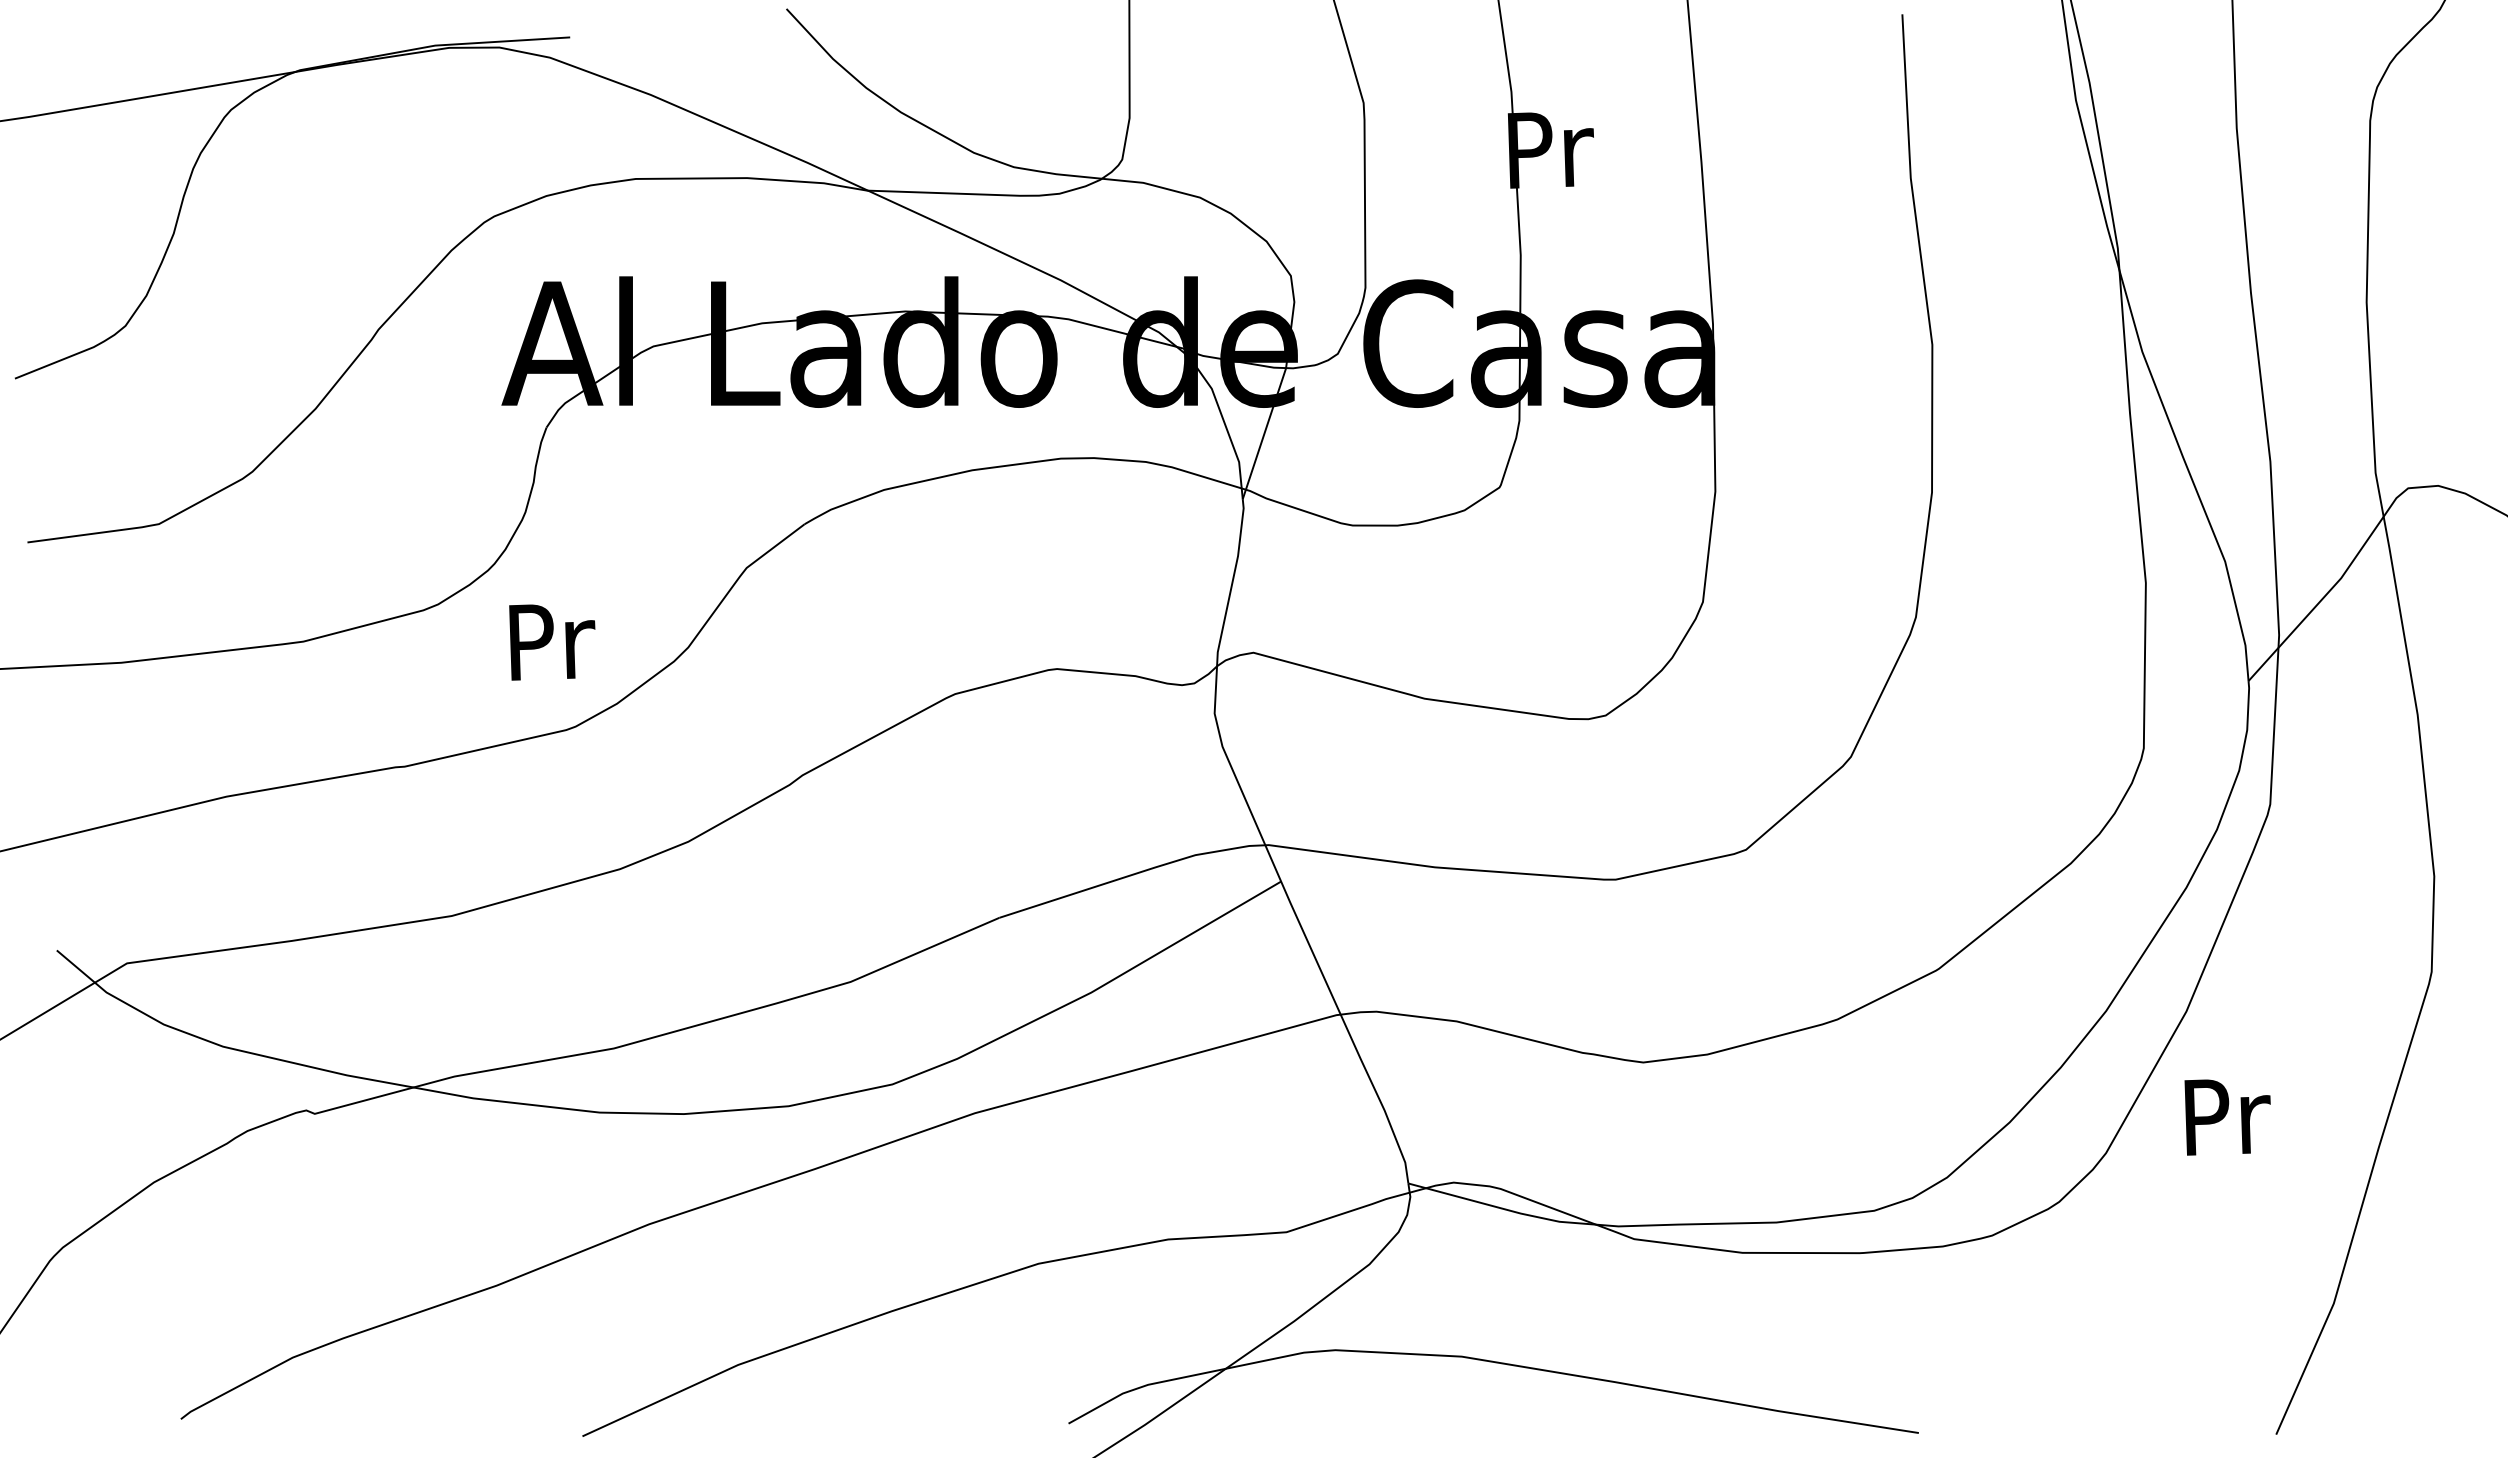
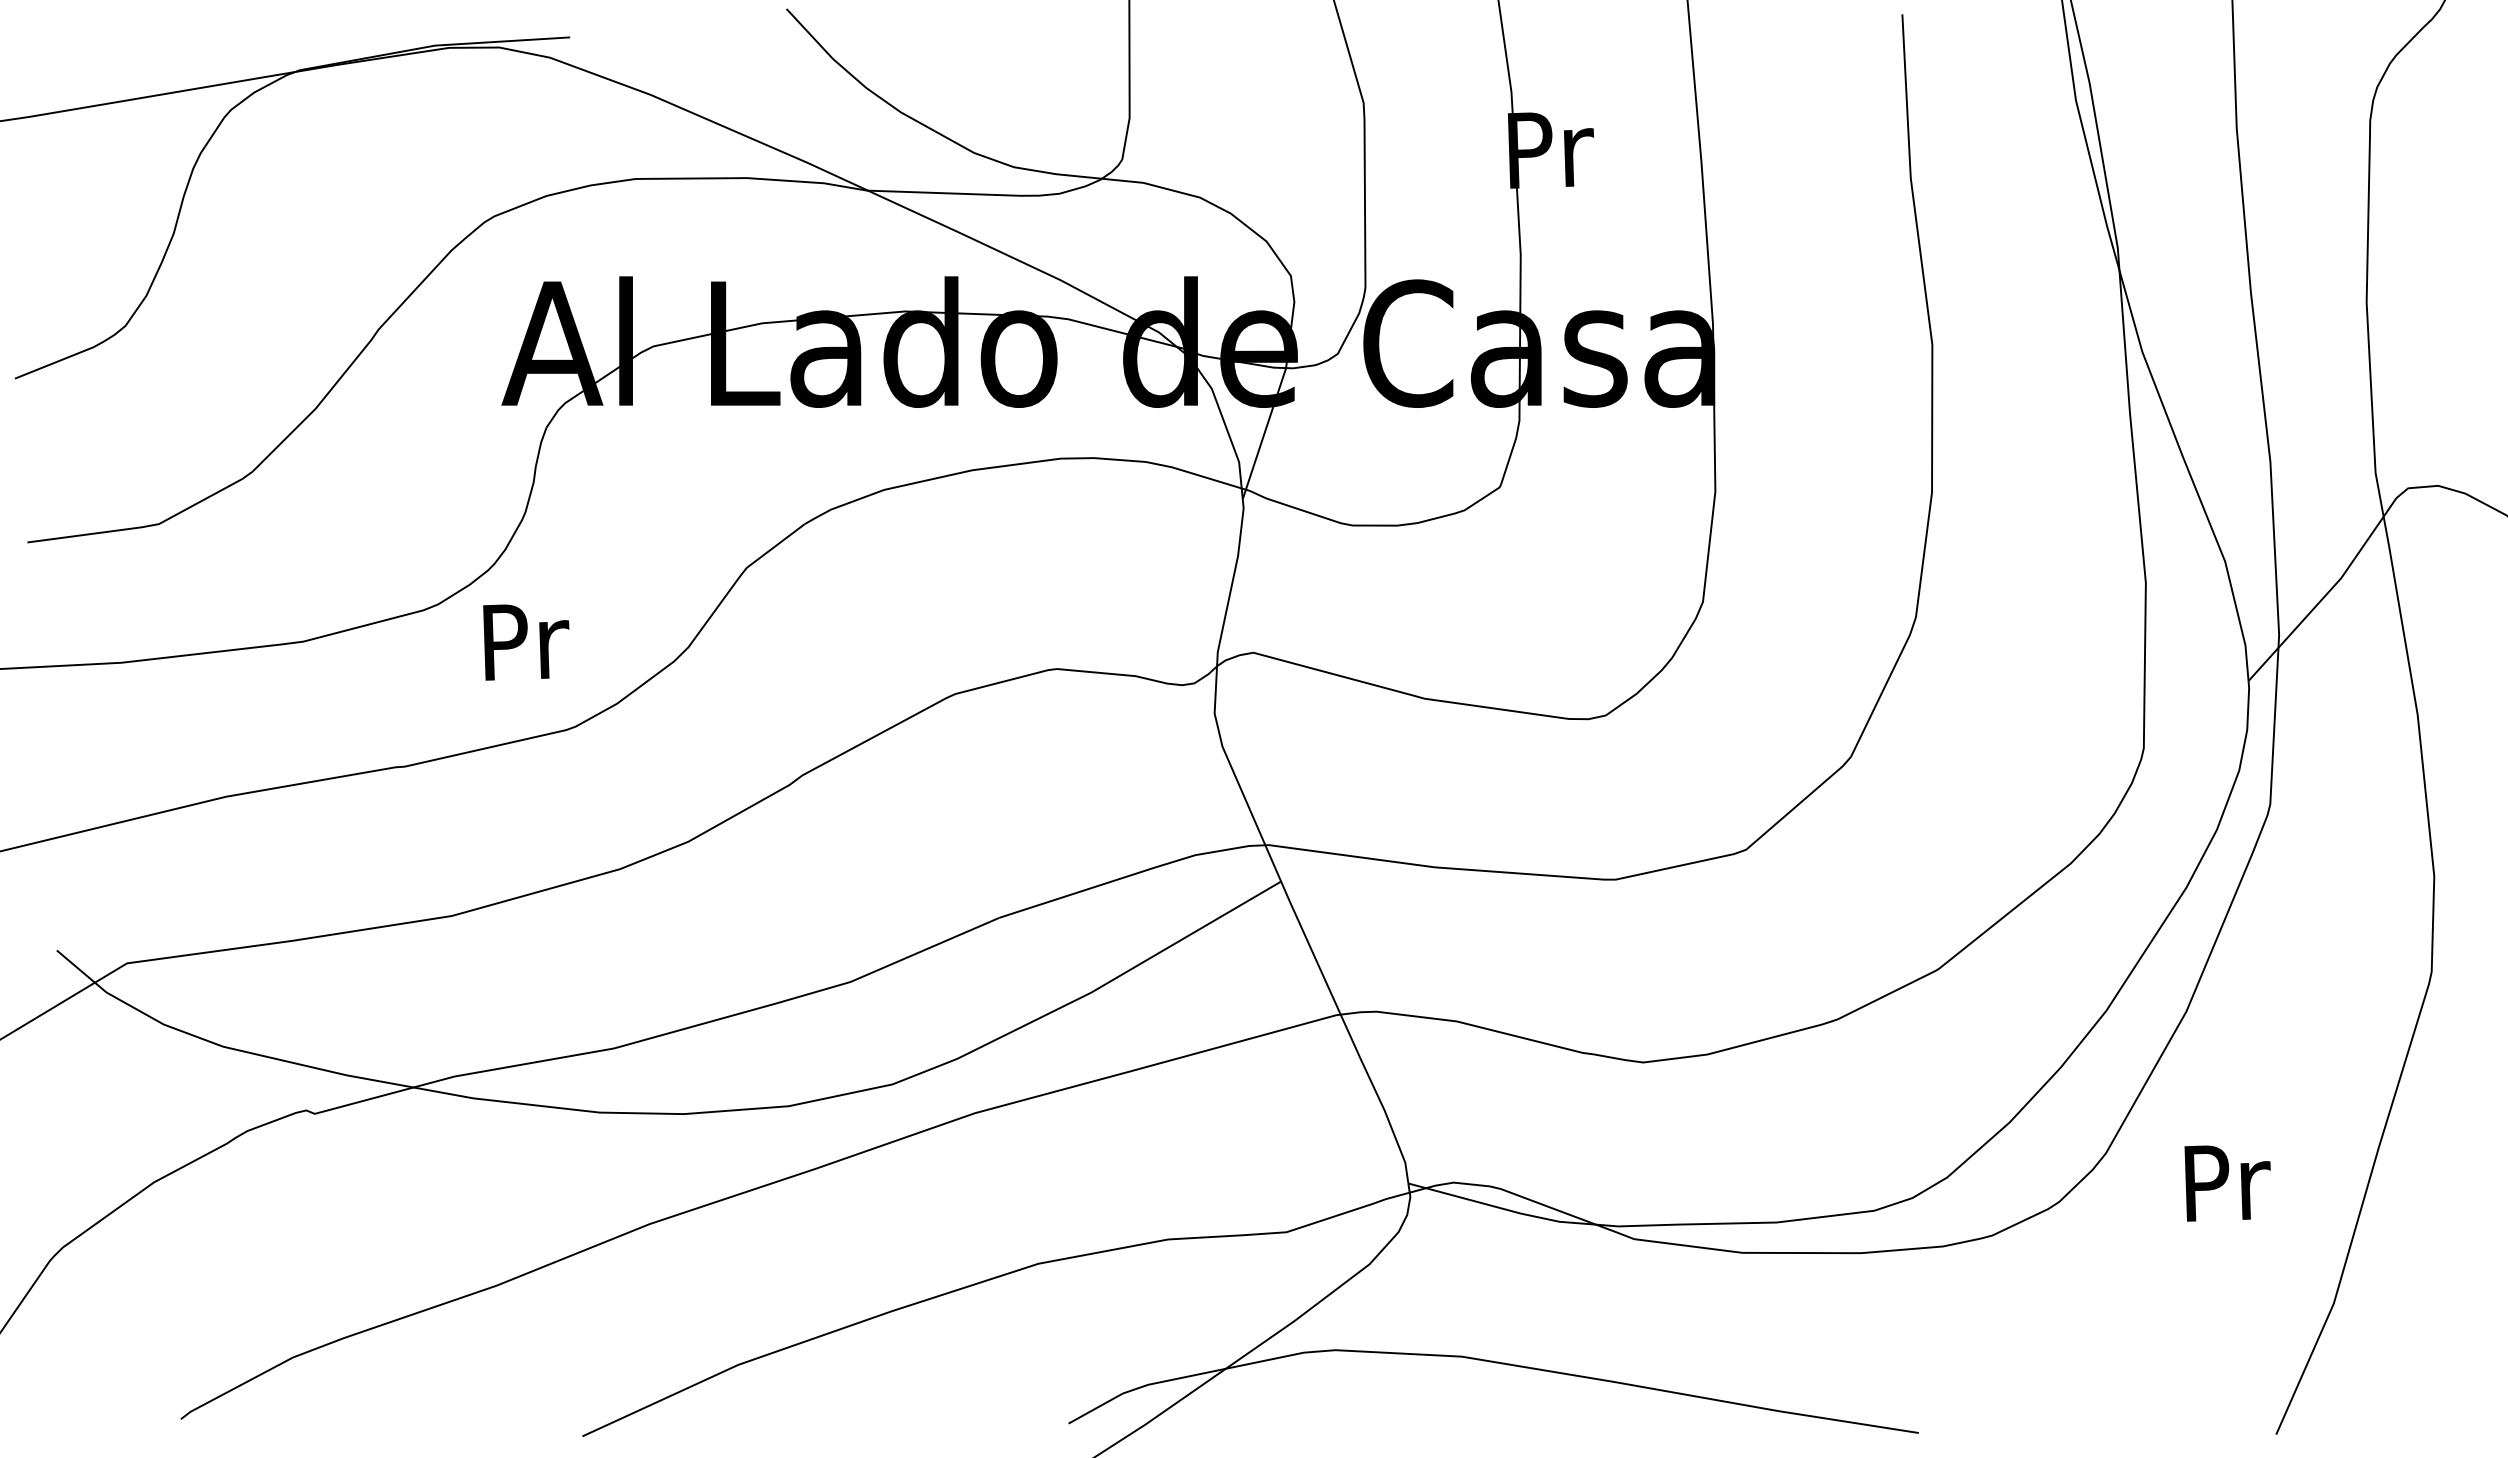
text at (552, 642) position: (552, 642) -> (526, 642)
text at (2227, 1117) position: (2227, 1117) -> (2227, 1183)
